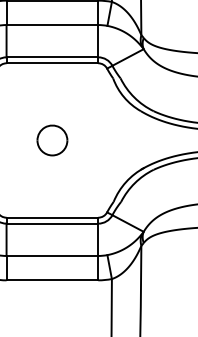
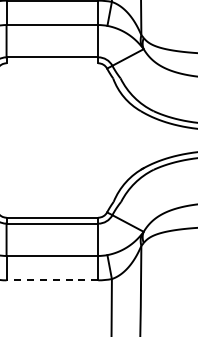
line at (52, 63): present -> none
part at (52, 140): present -> none
line at (52, 280): solid -> dashed
